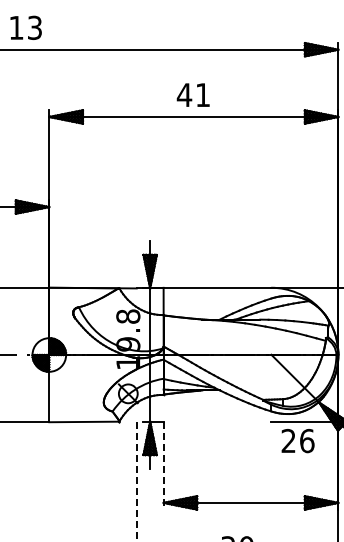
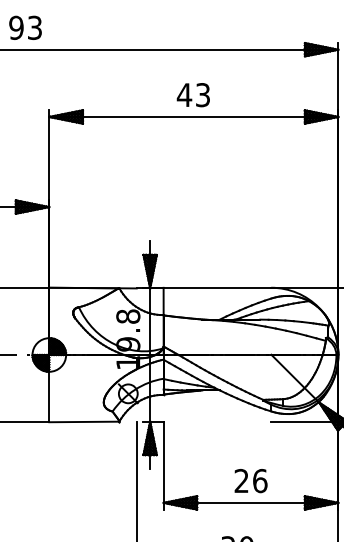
text at (16, 27): 13 -> 93
text at (202, 95): 41 -> 43
text at (297, 441) position: (297, 441) -> (250, 481)
line at (163, 465): dashed -> solid
line at (136, 481): dashed -> solid
